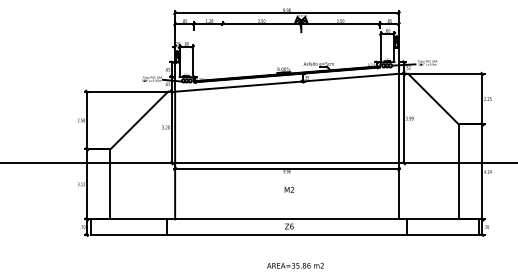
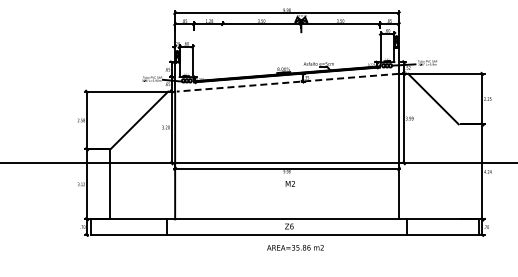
line at (287, 82): solid -> dashed
line at (458, 171): present -> none
text at (288, 189) position: (288, 189) -> (289, 183)
text at (295, 265) position: (295, 265) -> (295, 247)
